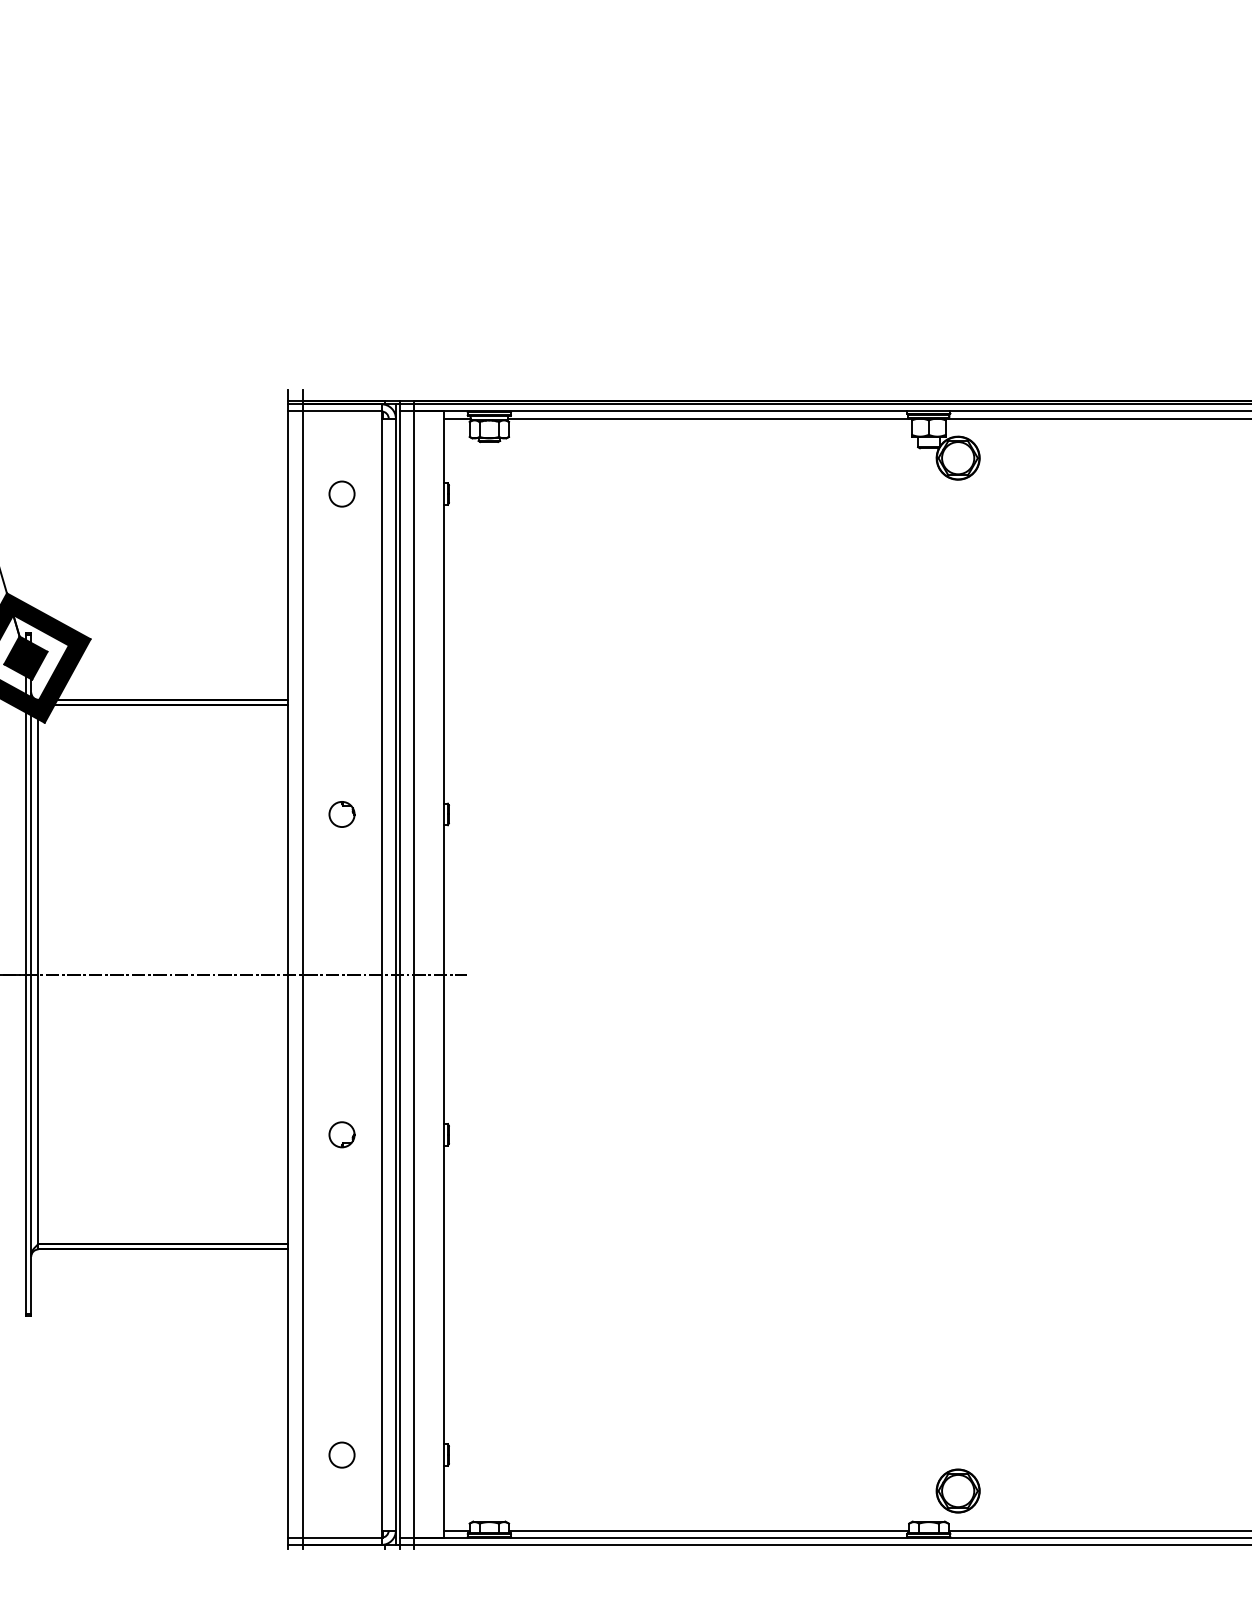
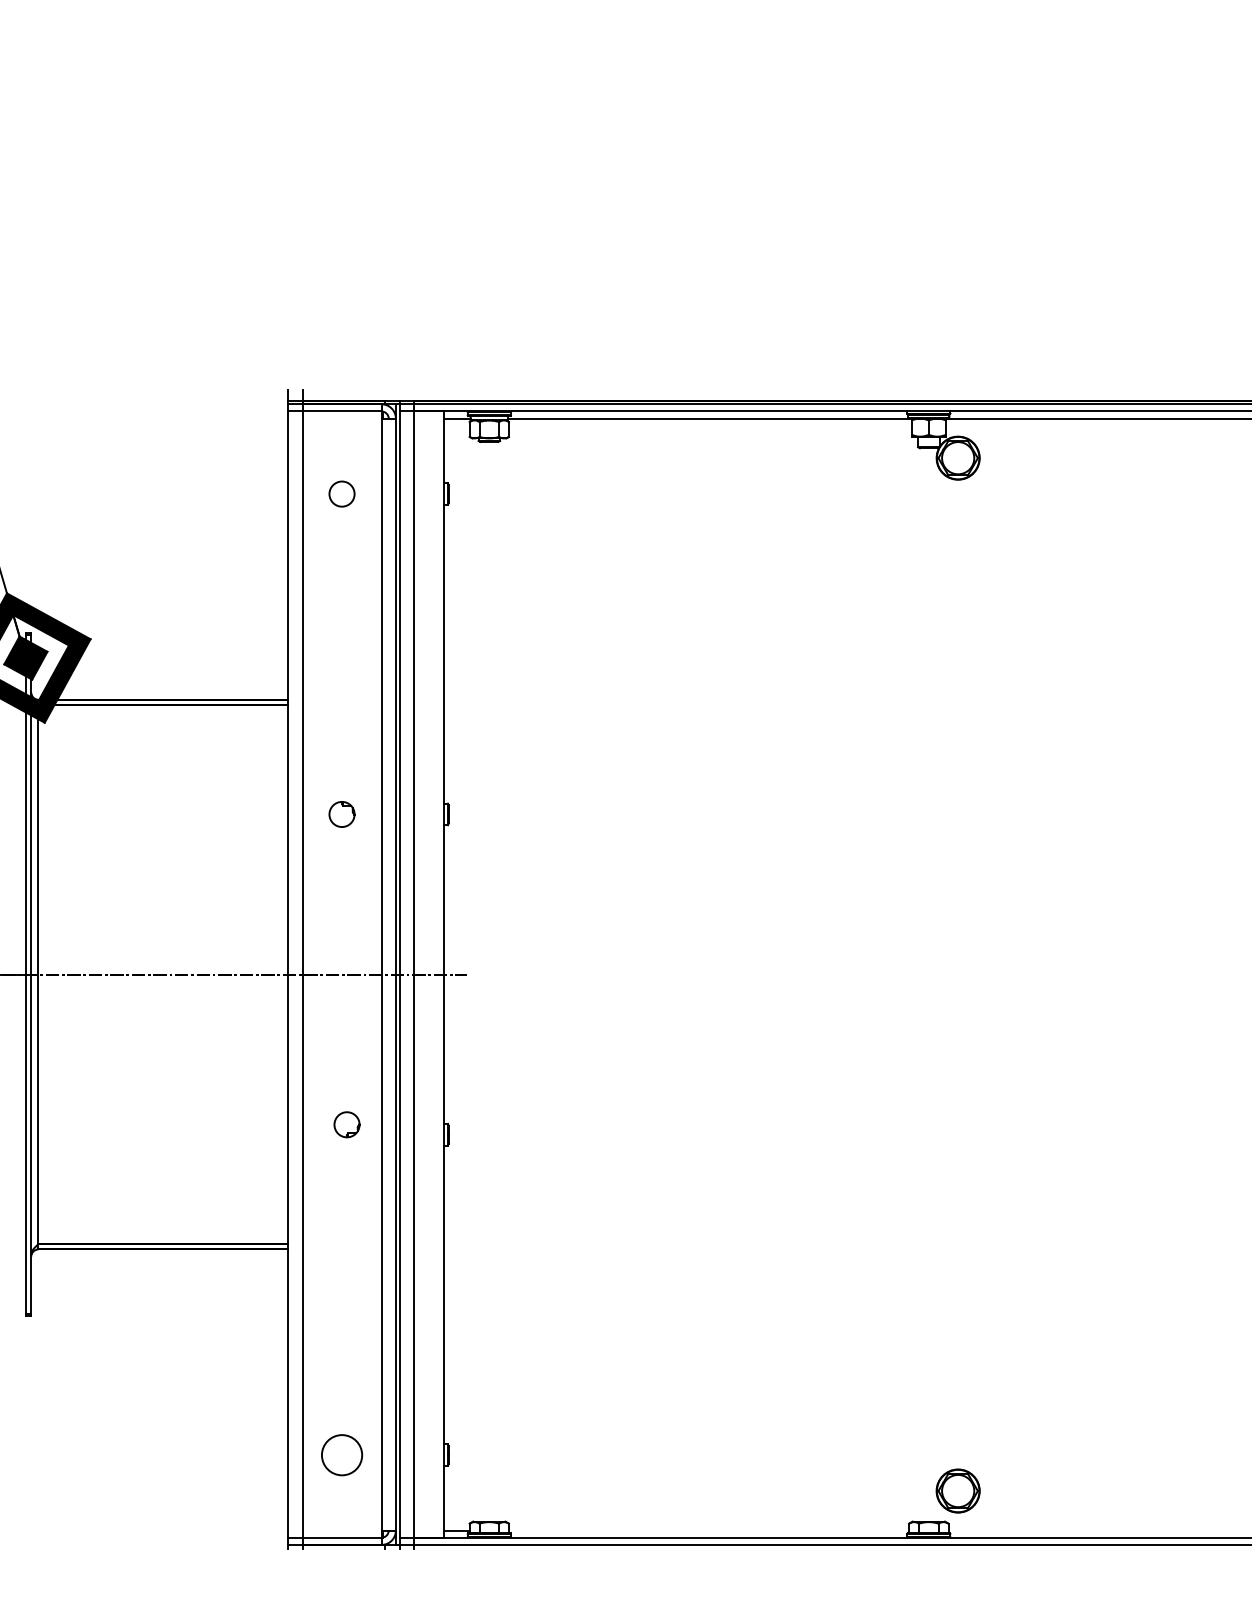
part at (341, 1134) position: (341, 1134) -> (346, 1124)
circle at (341, 1454) size: 28x28 px -> 43x43 px
line at (709, 1530): present -> none
line at (1098, 1530): present -> none
